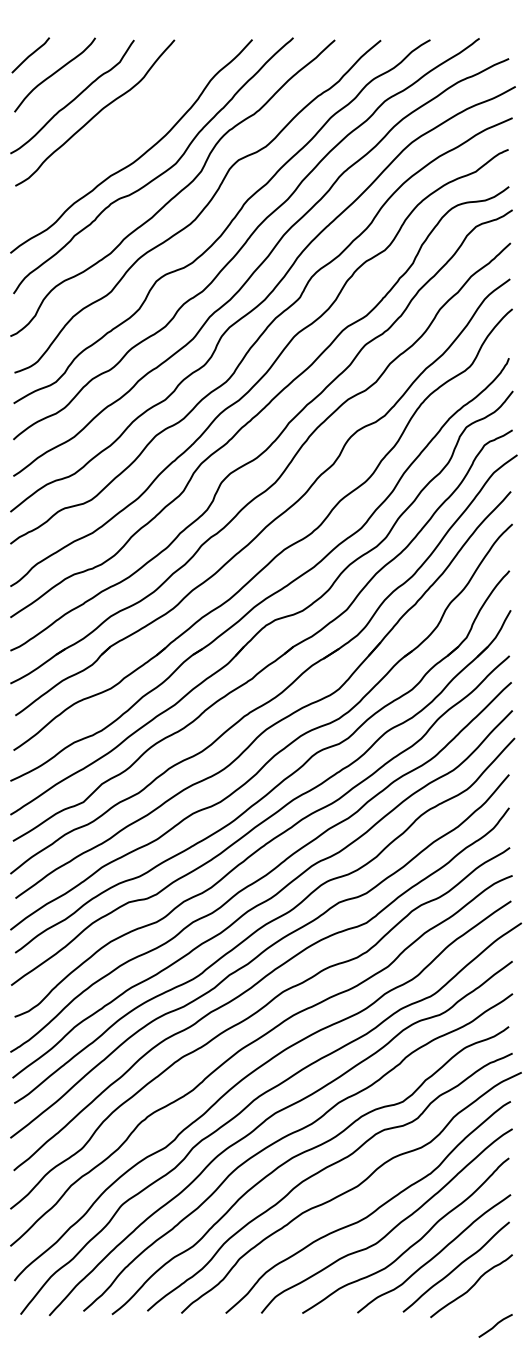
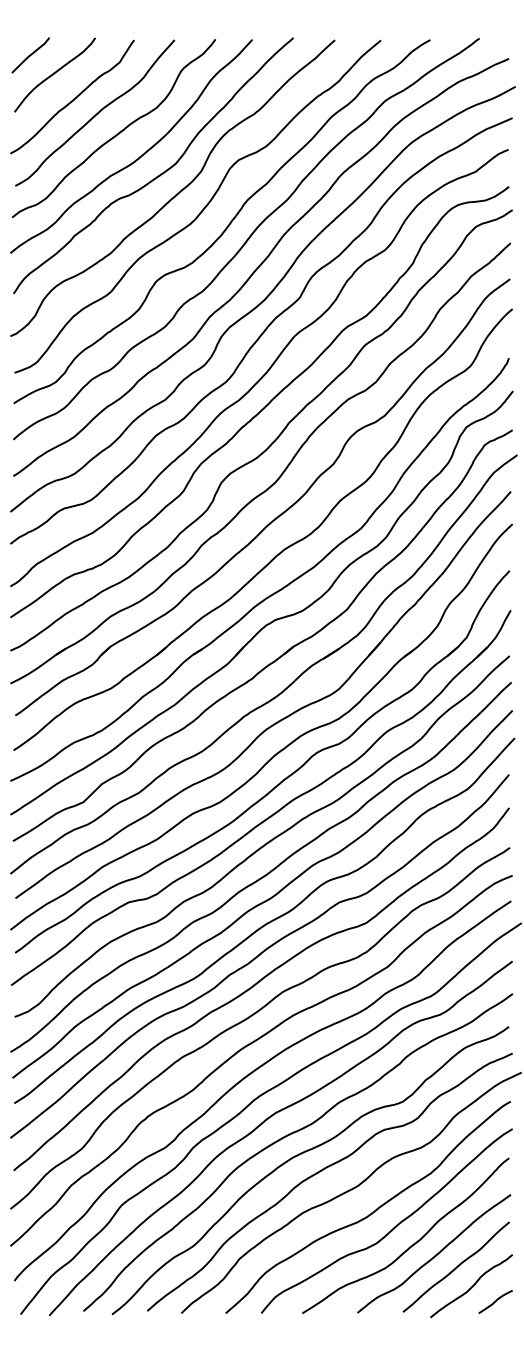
curve at (115, 134): none -> present
curve at (495, 1325) position: (495, 1325) -> (495, 1301)
